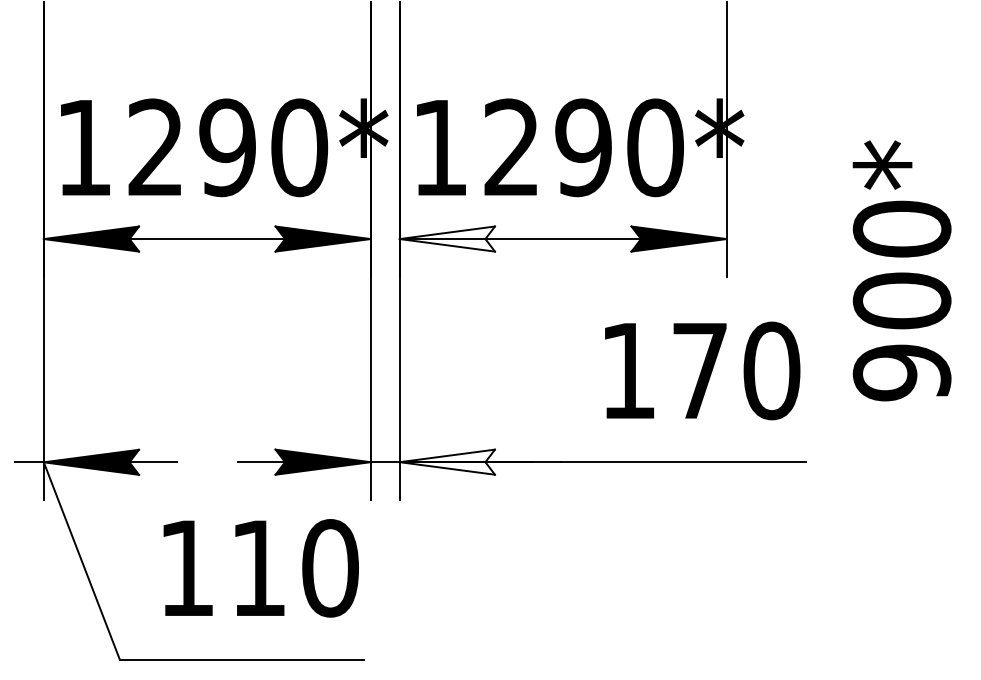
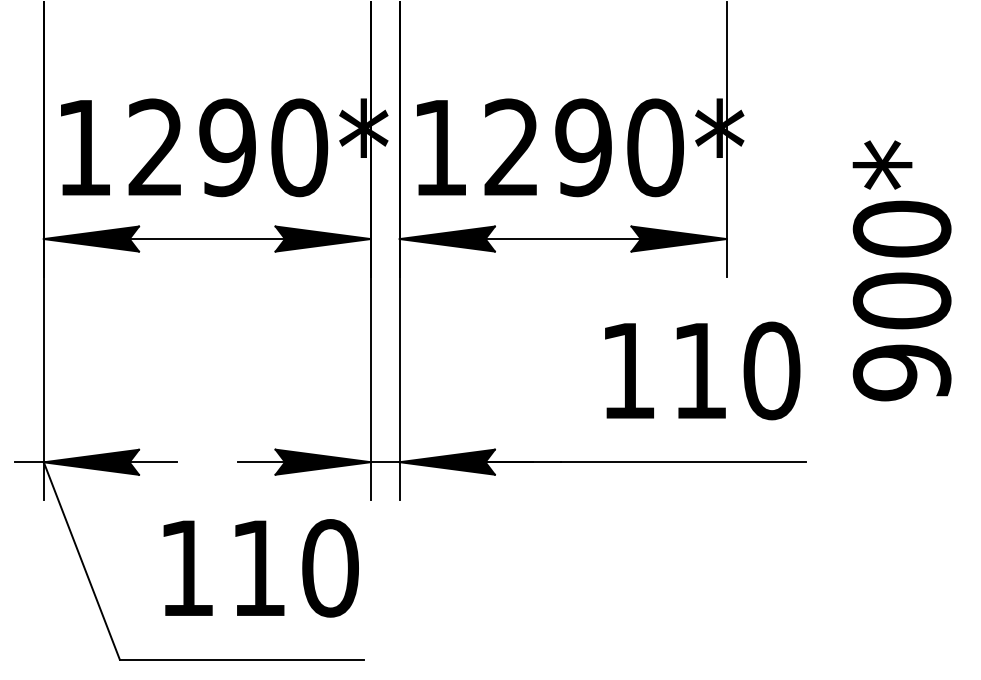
fill at (446, 238): none -> present
text at (699, 370): 170 -> 110
fill at (446, 461): none -> present
